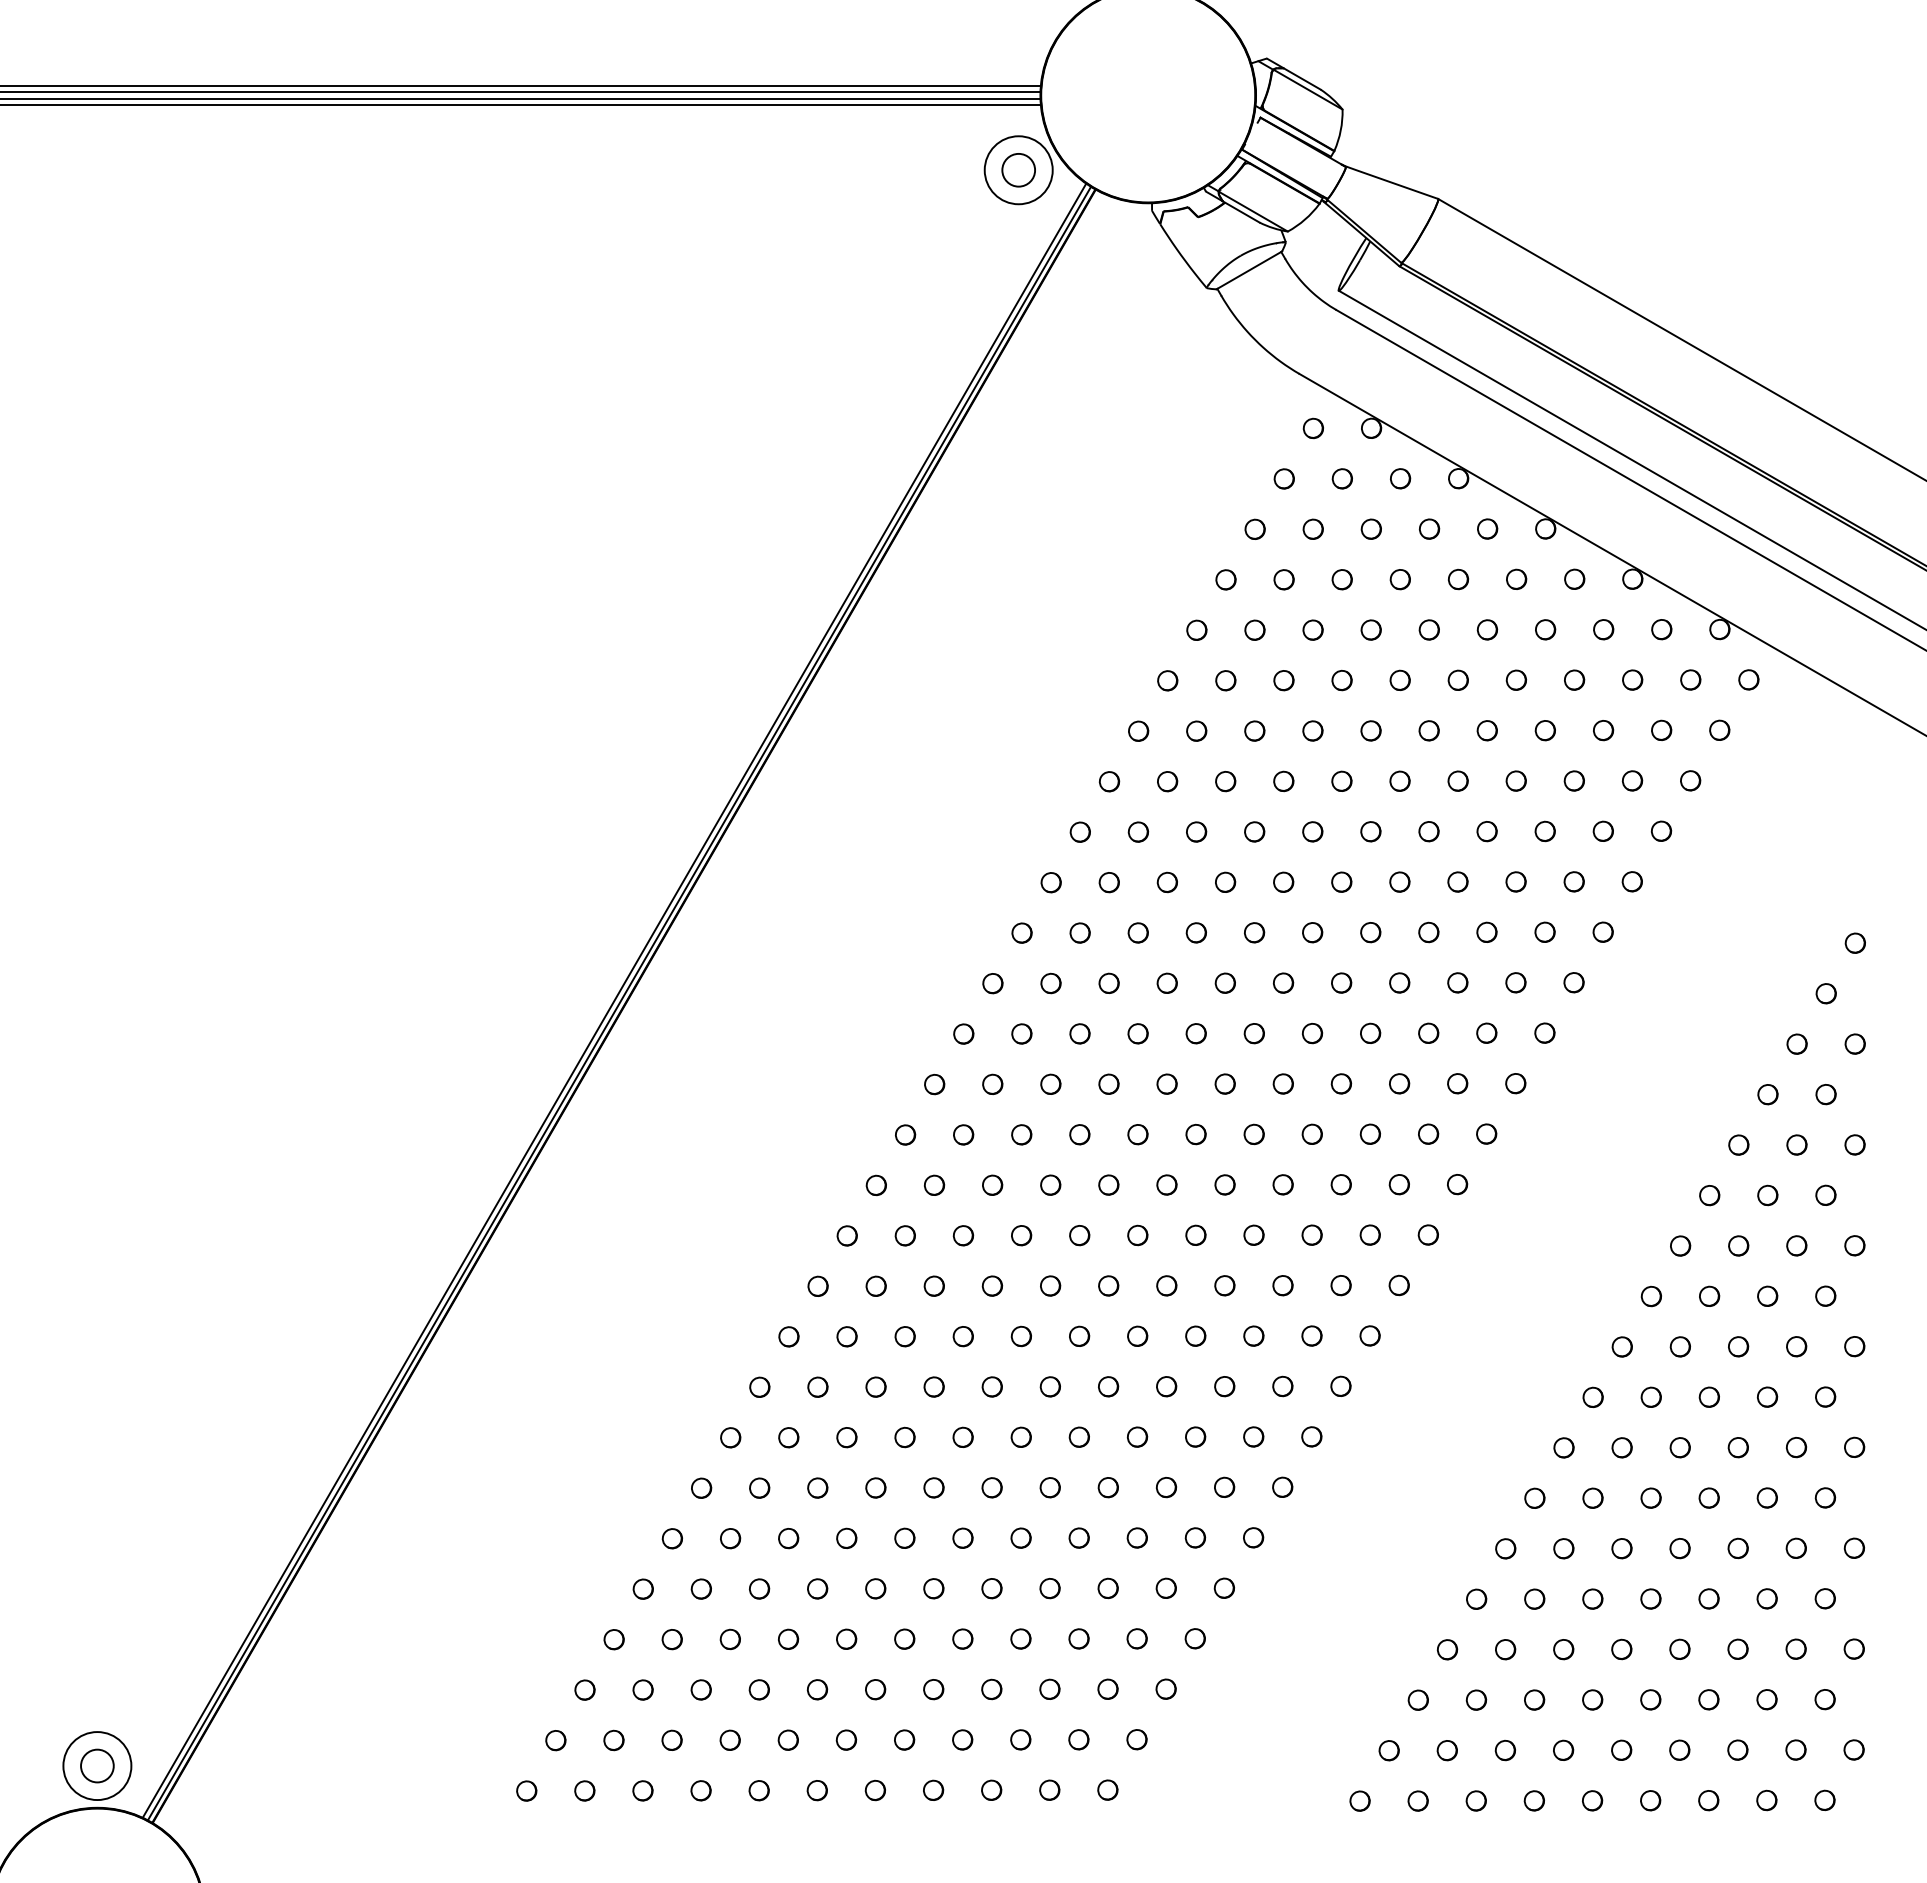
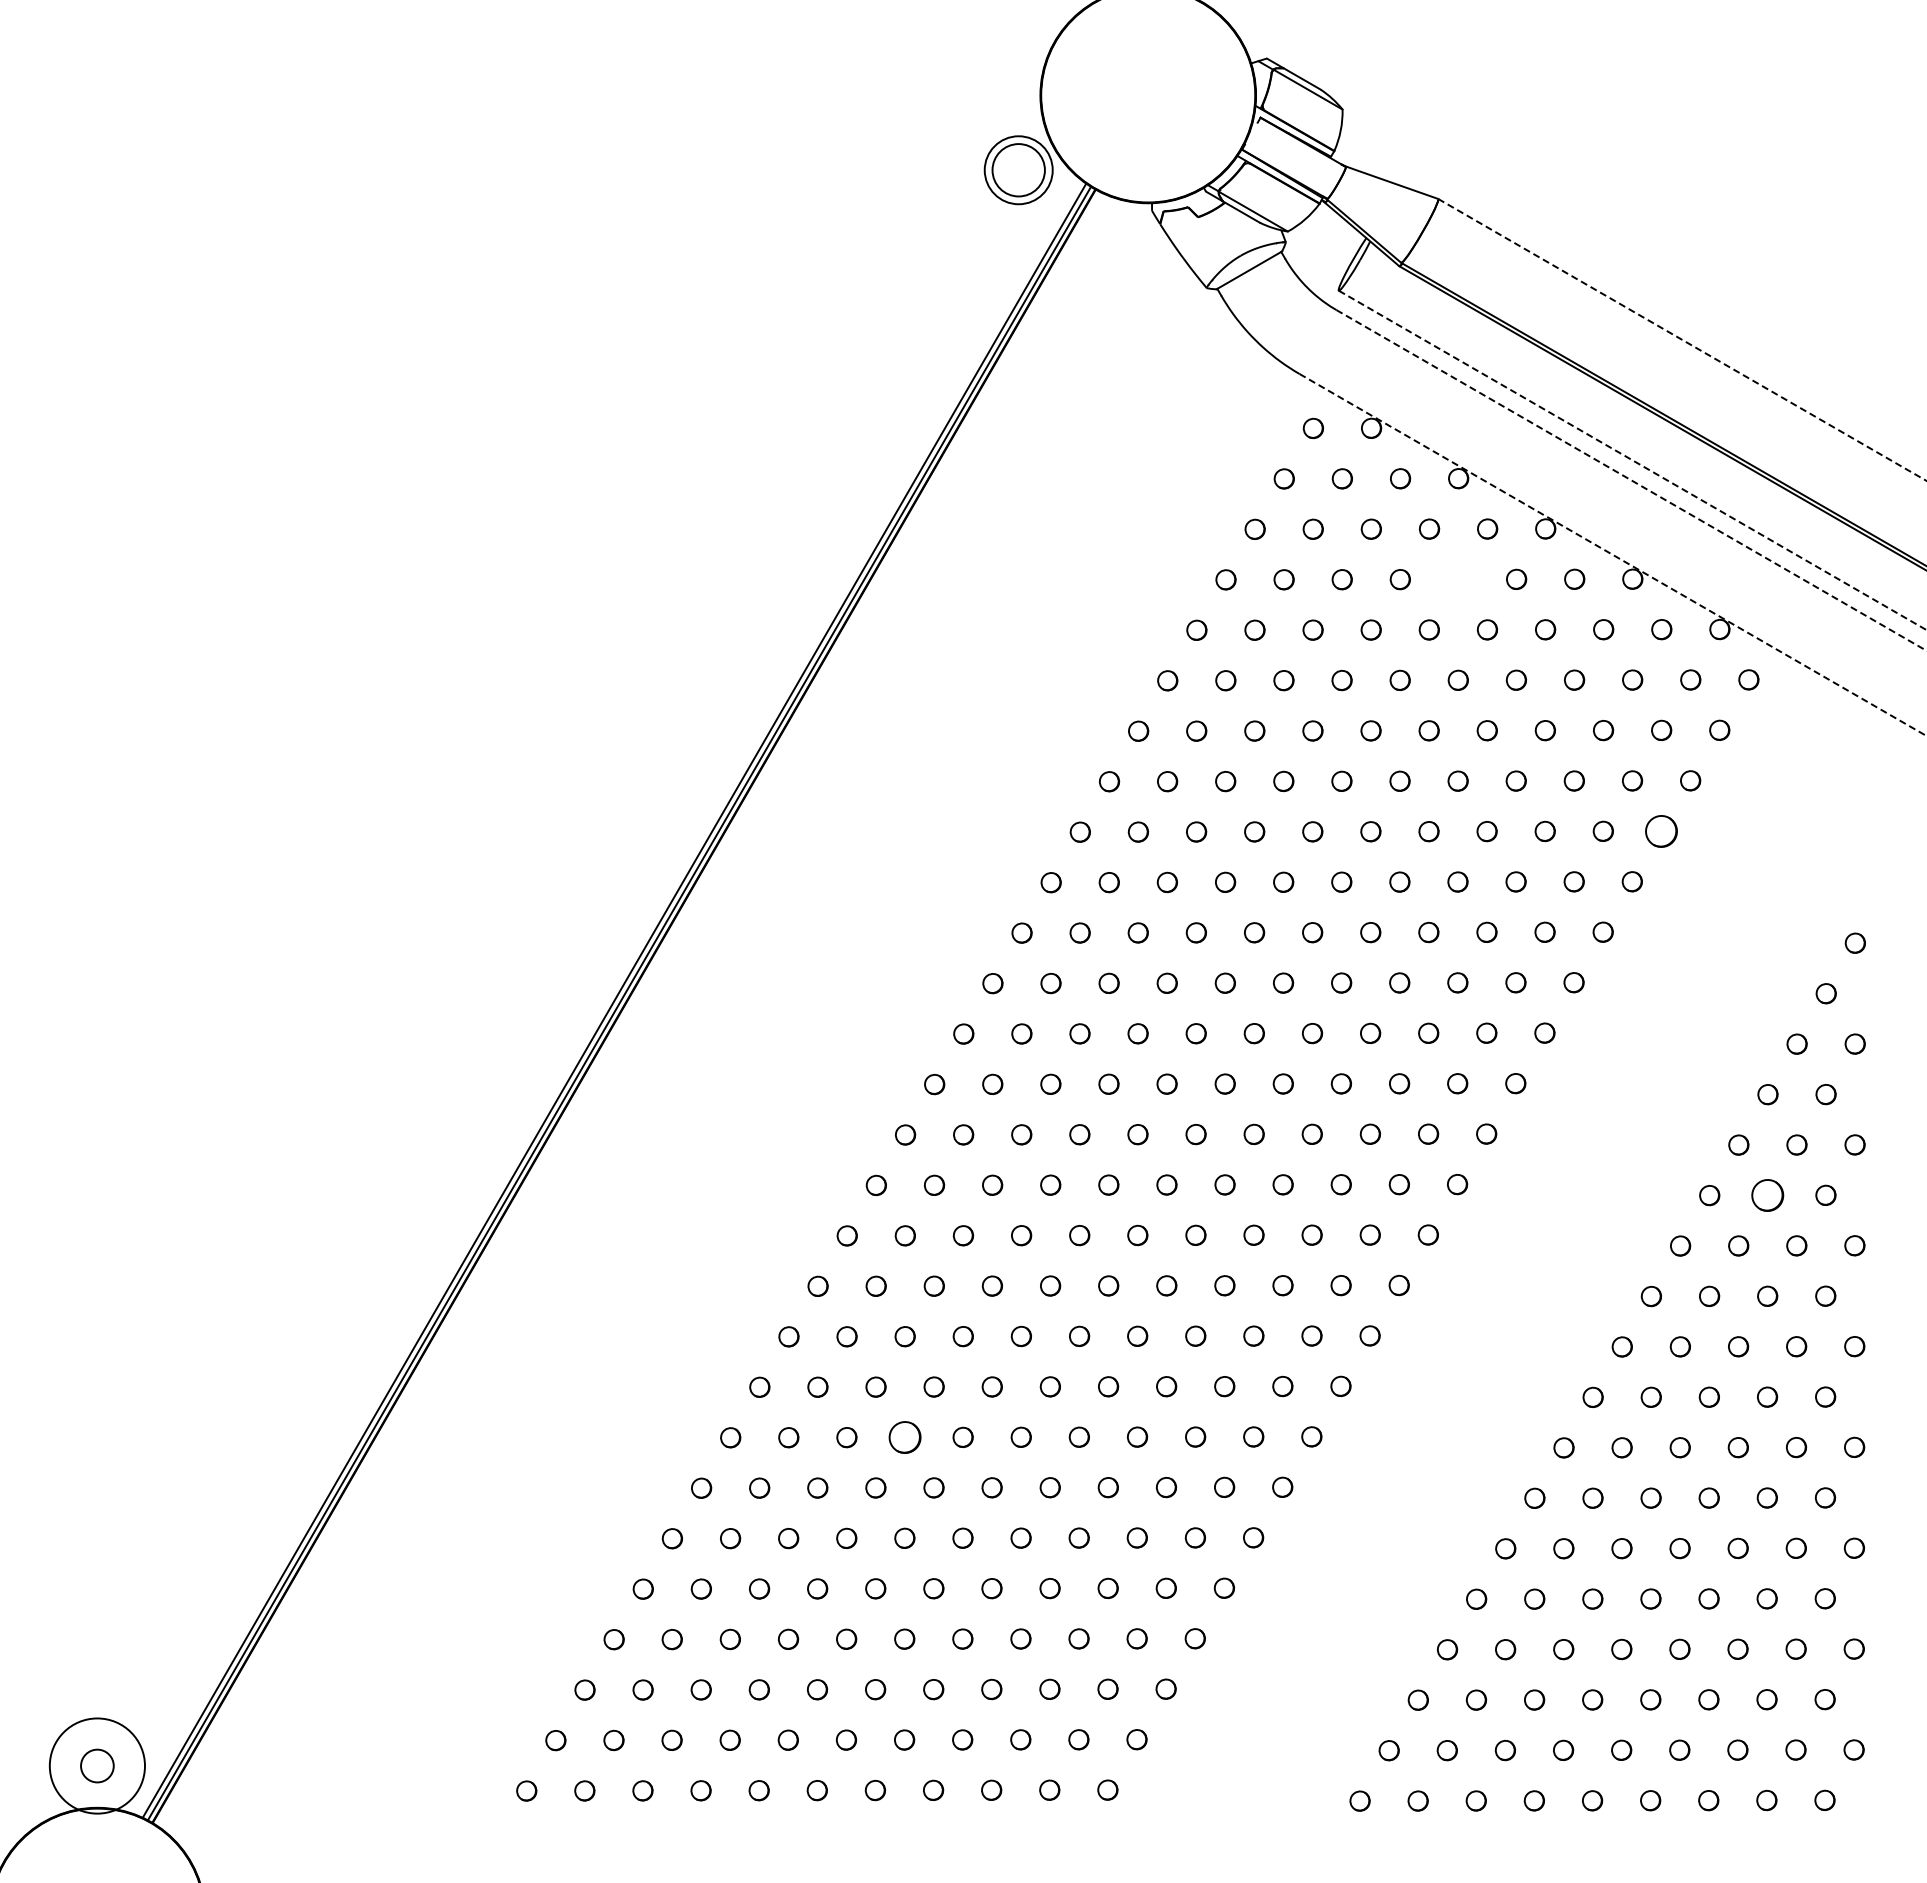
line at (521, 85): present -> none
line at (521, 91): present -> none
line at (521, 99): present -> none
line at (521, 105): present -> none
circle at (1018, 169) diameter: 33 px -> 52 px
line at (1682, 339): solid -> dashed
line at (1633, 460): solid -> dashed
line at (1631, 480): solid -> dashed
line at (1613, 554): solid -> dashed
part at (1458, 579): present -> none
part at (1661, 830) size: 23x22 px -> 33x33 px
part at (1767, 1195) size: 22x23 px -> 34x33 px
part at (904, 1437) size: 22x23 px -> 34x33 px
circle at (97, 1766) diameter: 68 px -> 95 px
